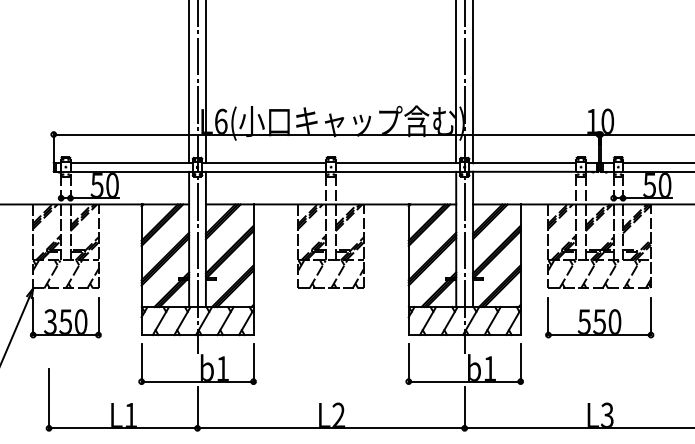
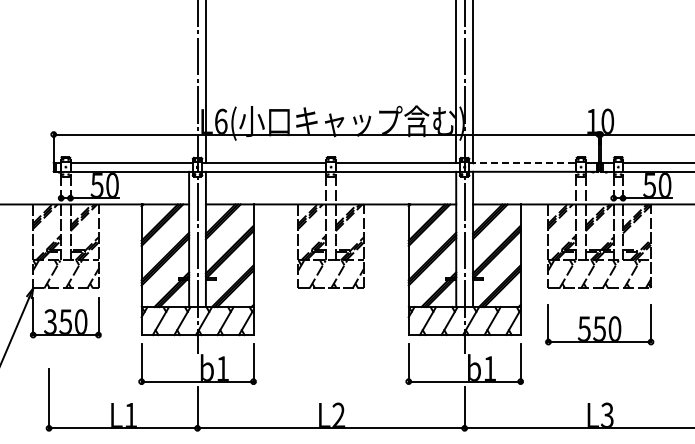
line at (189, 82): present -> none
line at (522, 162): solid -> dashed
part at (599, 317) position: (599, 317) -> (599, 324)
